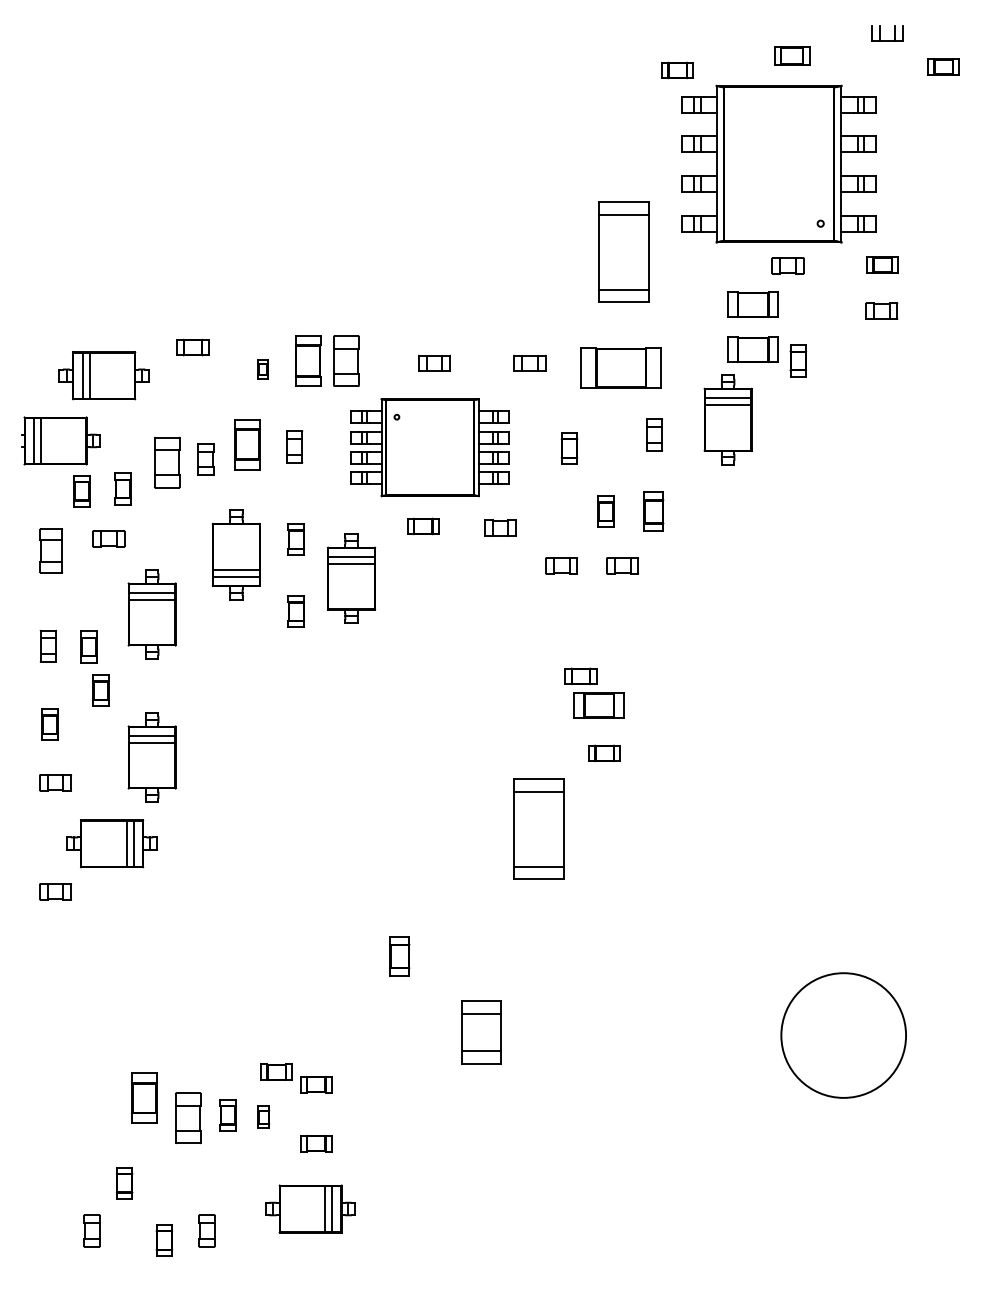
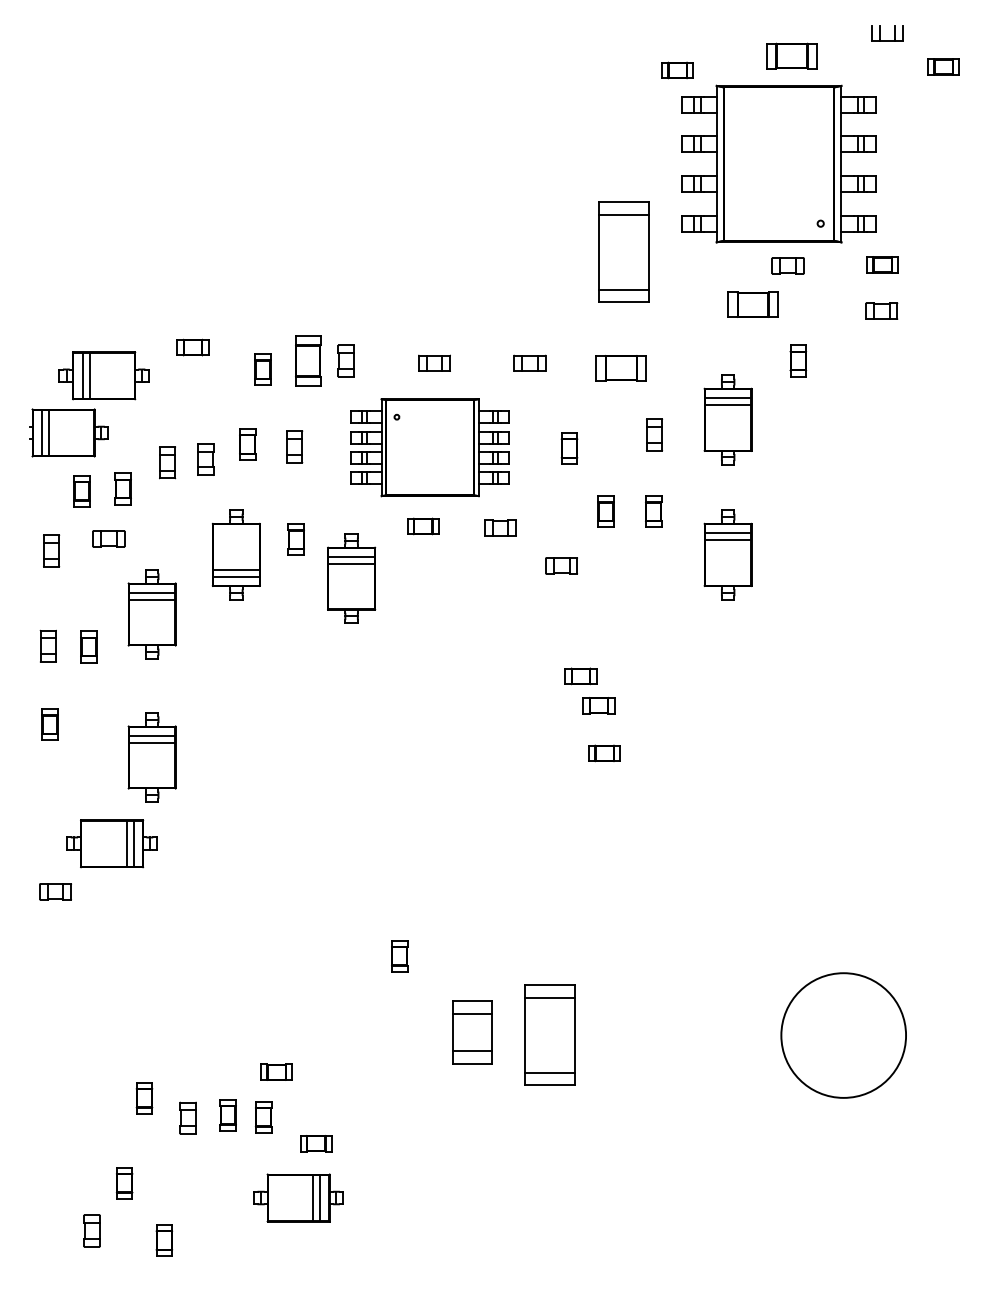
part at (792, 55) size: 37x20 px -> 52x28 px
part at (752, 349): present -> none
part at (346, 360) size: 27x52 px -> 18x34 px
part at (620, 367) size: 82x42 px -> 52x27 px
part at (262, 369) size: 12x21 px -> 18x33 px
part at (60, 440) position: (60, 440) -> (68, 432)
part at (247, 444) size: 27x52 px -> 18x33 px
part at (167, 462) size: 27x53 px -> 18x34 px
part at (653, 511) size: 22x41 px -> 18x33 px
part at (51, 550) size: 25x46 px -> 18x34 px
part at (727, 554): none -> present
part at (622, 565): present -> none
part at (295, 611): present -> none
part at (100, 690): present -> none
part at (598, 705) size: 52x27 px -> 34x18 px
part at (55, 782): present -> none
part at (538, 828) position: (538, 828) -> (549, 1034)
part at (399, 956) size: 22x41 px -> 18x33 px
part at (481, 1032) position: (481, 1032) -> (472, 1032)
part at (316, 1084): present -> none
part at (144, 1097) size: 27x52 px -> 19x33 px
part at (263, 1116) size: 14x24 px -> 18x33 px
part at (188, 1118) size: 27x53 px -> 18x34 px
part at (310, 1208) position: (310, 1208) -> (298, 1197)
part at (206, 1230): present -> none
